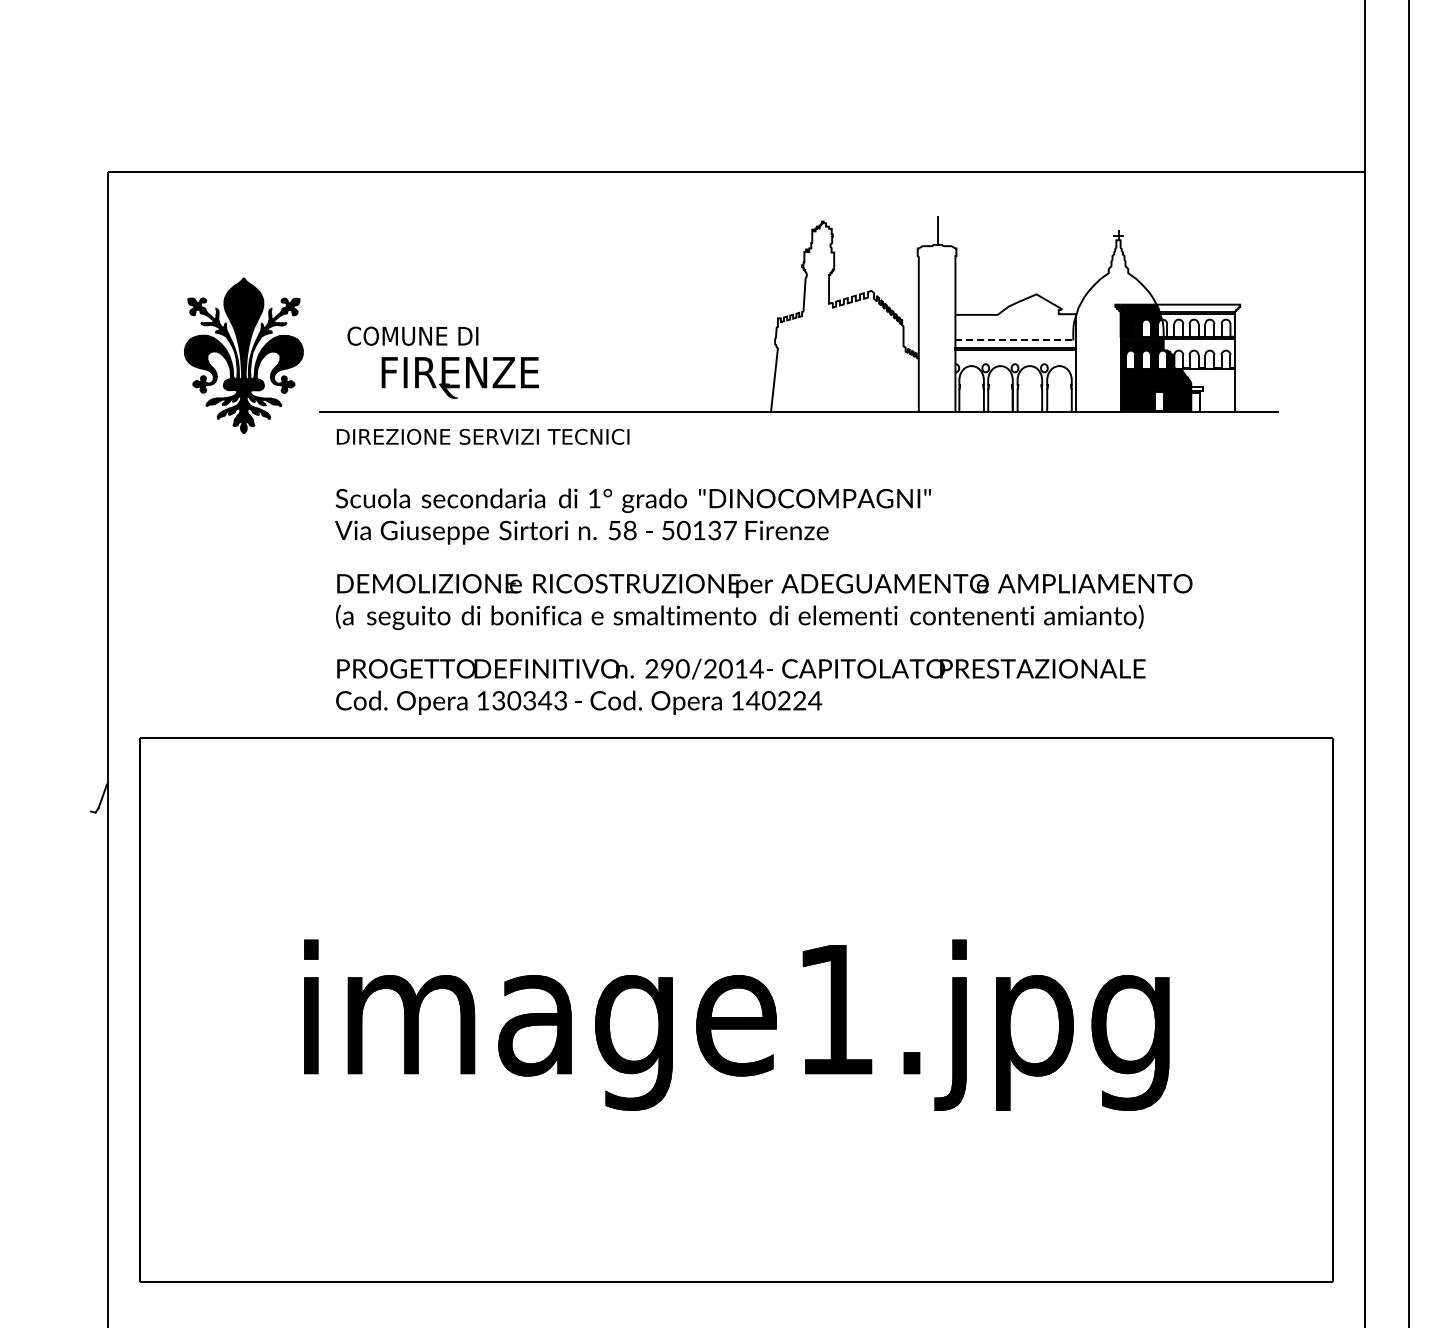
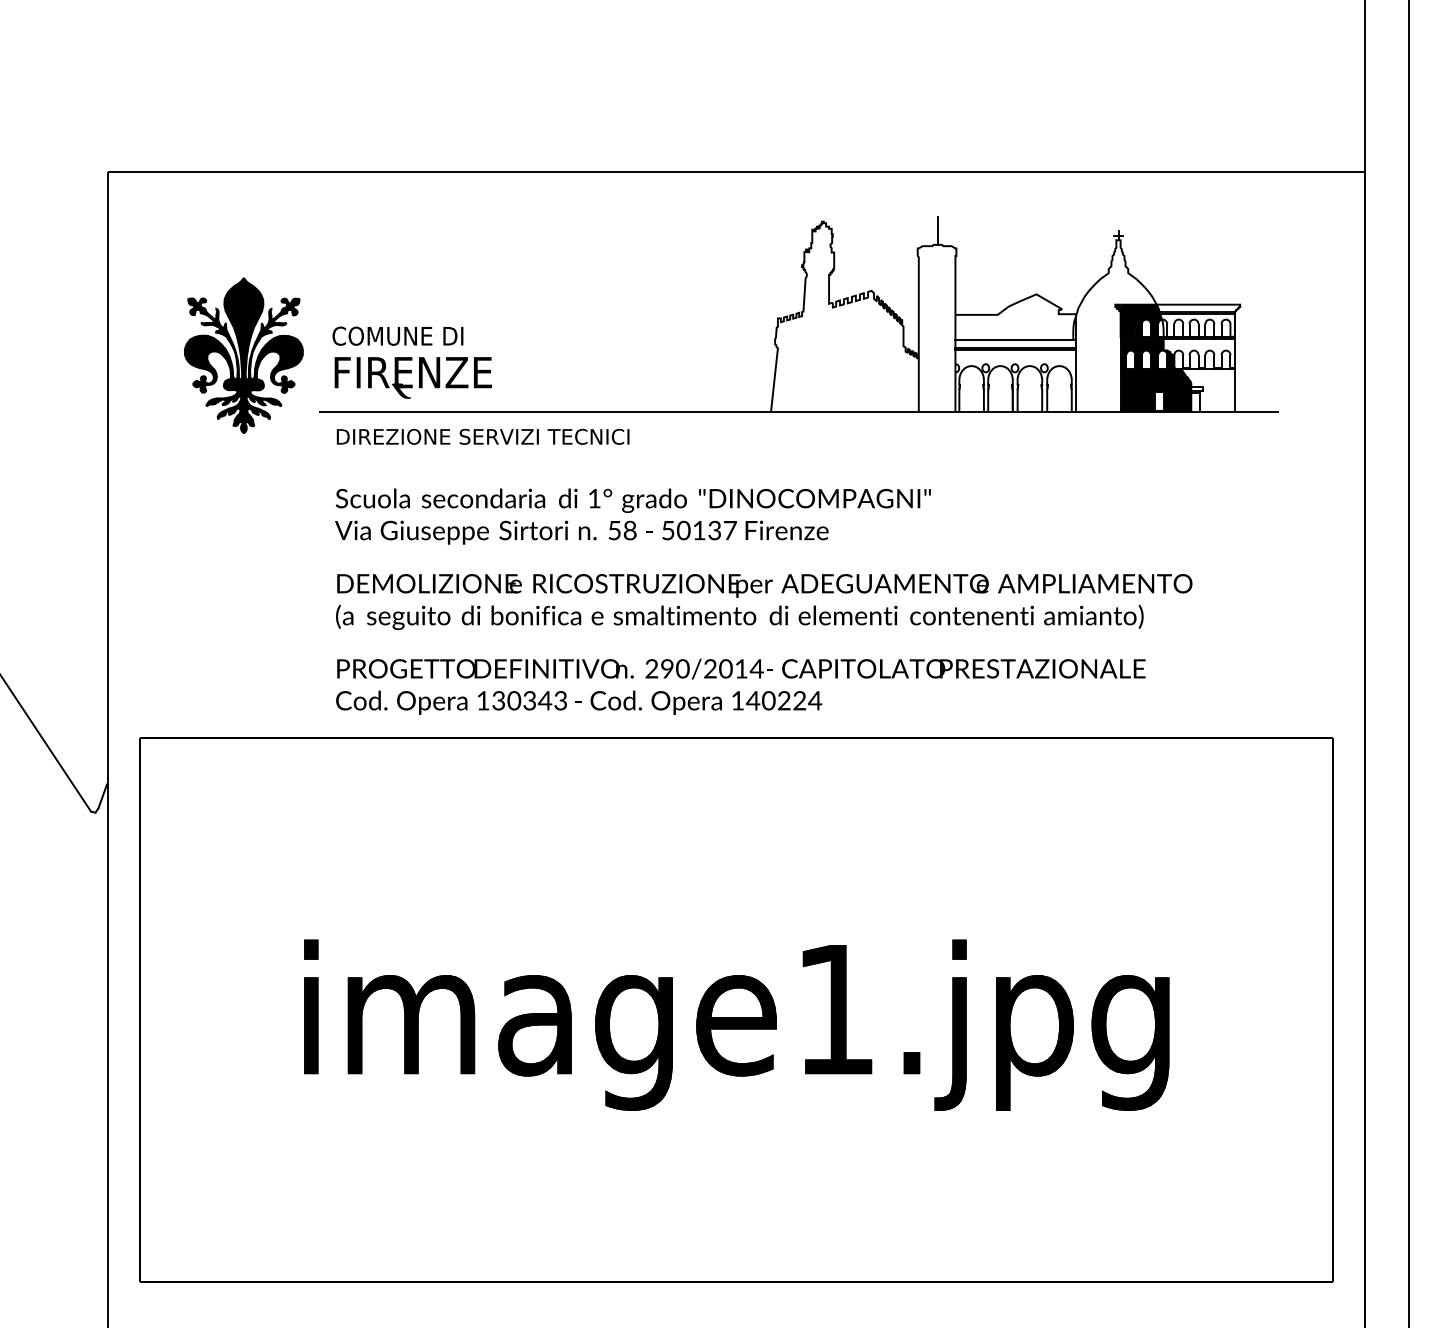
text at (412, 335) position: (412, 335) -> (397, 335)
line at (1016, 340): dashed -> solid
text at (459, 377) position: (459, 377) -> (412, 377)
line at (46, 744): none -> present
